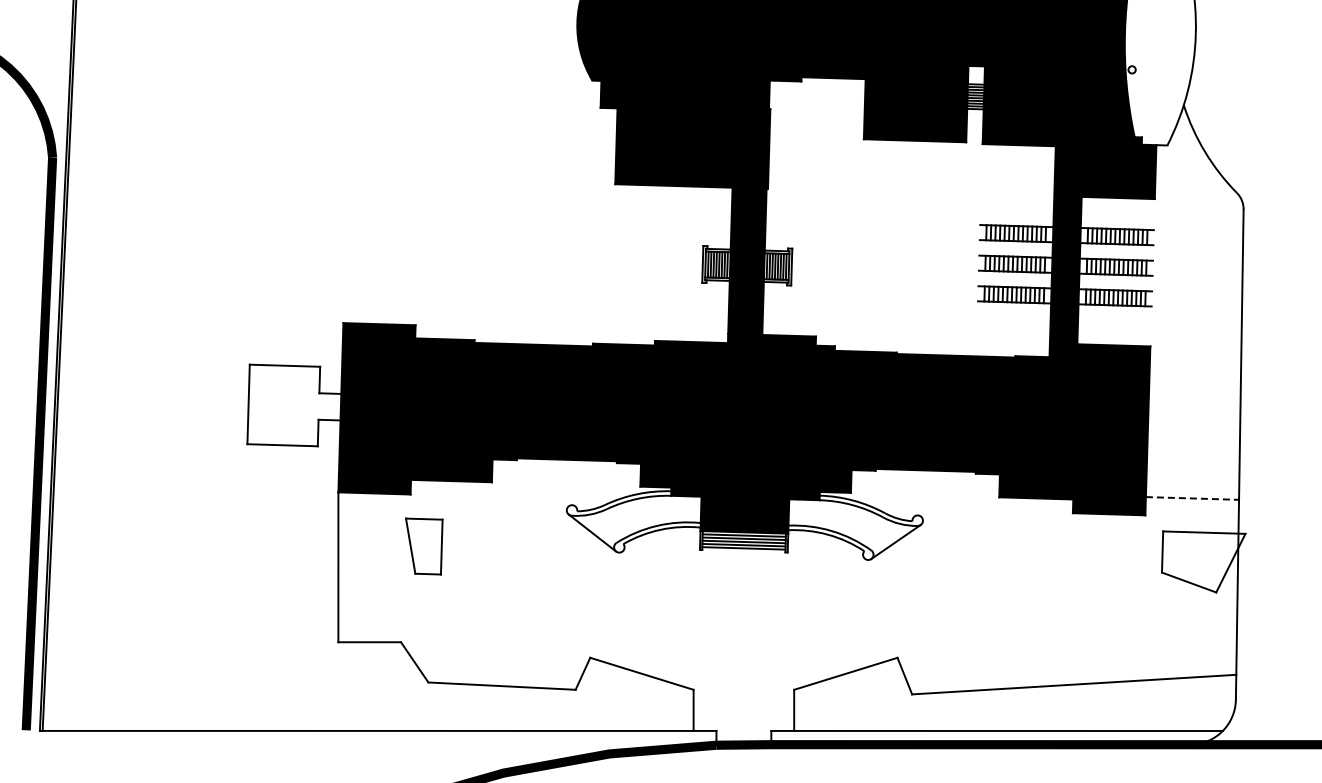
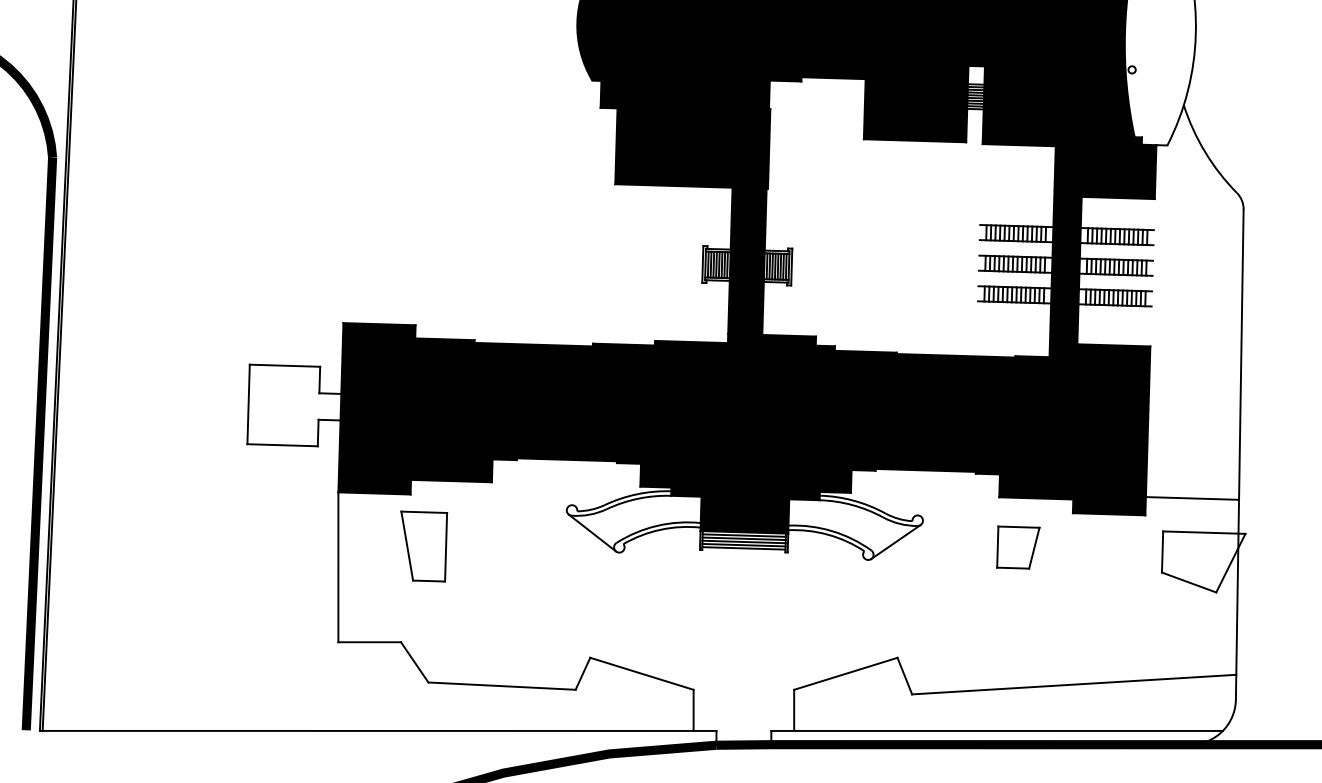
line at (1192, 498): dashed -> solid
part at (424, 546) size: 39x59 px -> 49x73 px
part at (1018, 547): none -> present
